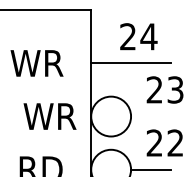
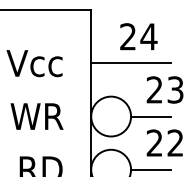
text at (34, 63): WR -> Vcc
text at (49, 116) position: (49, 116) -> (36, 116)
line at (150, 116): none -> present
